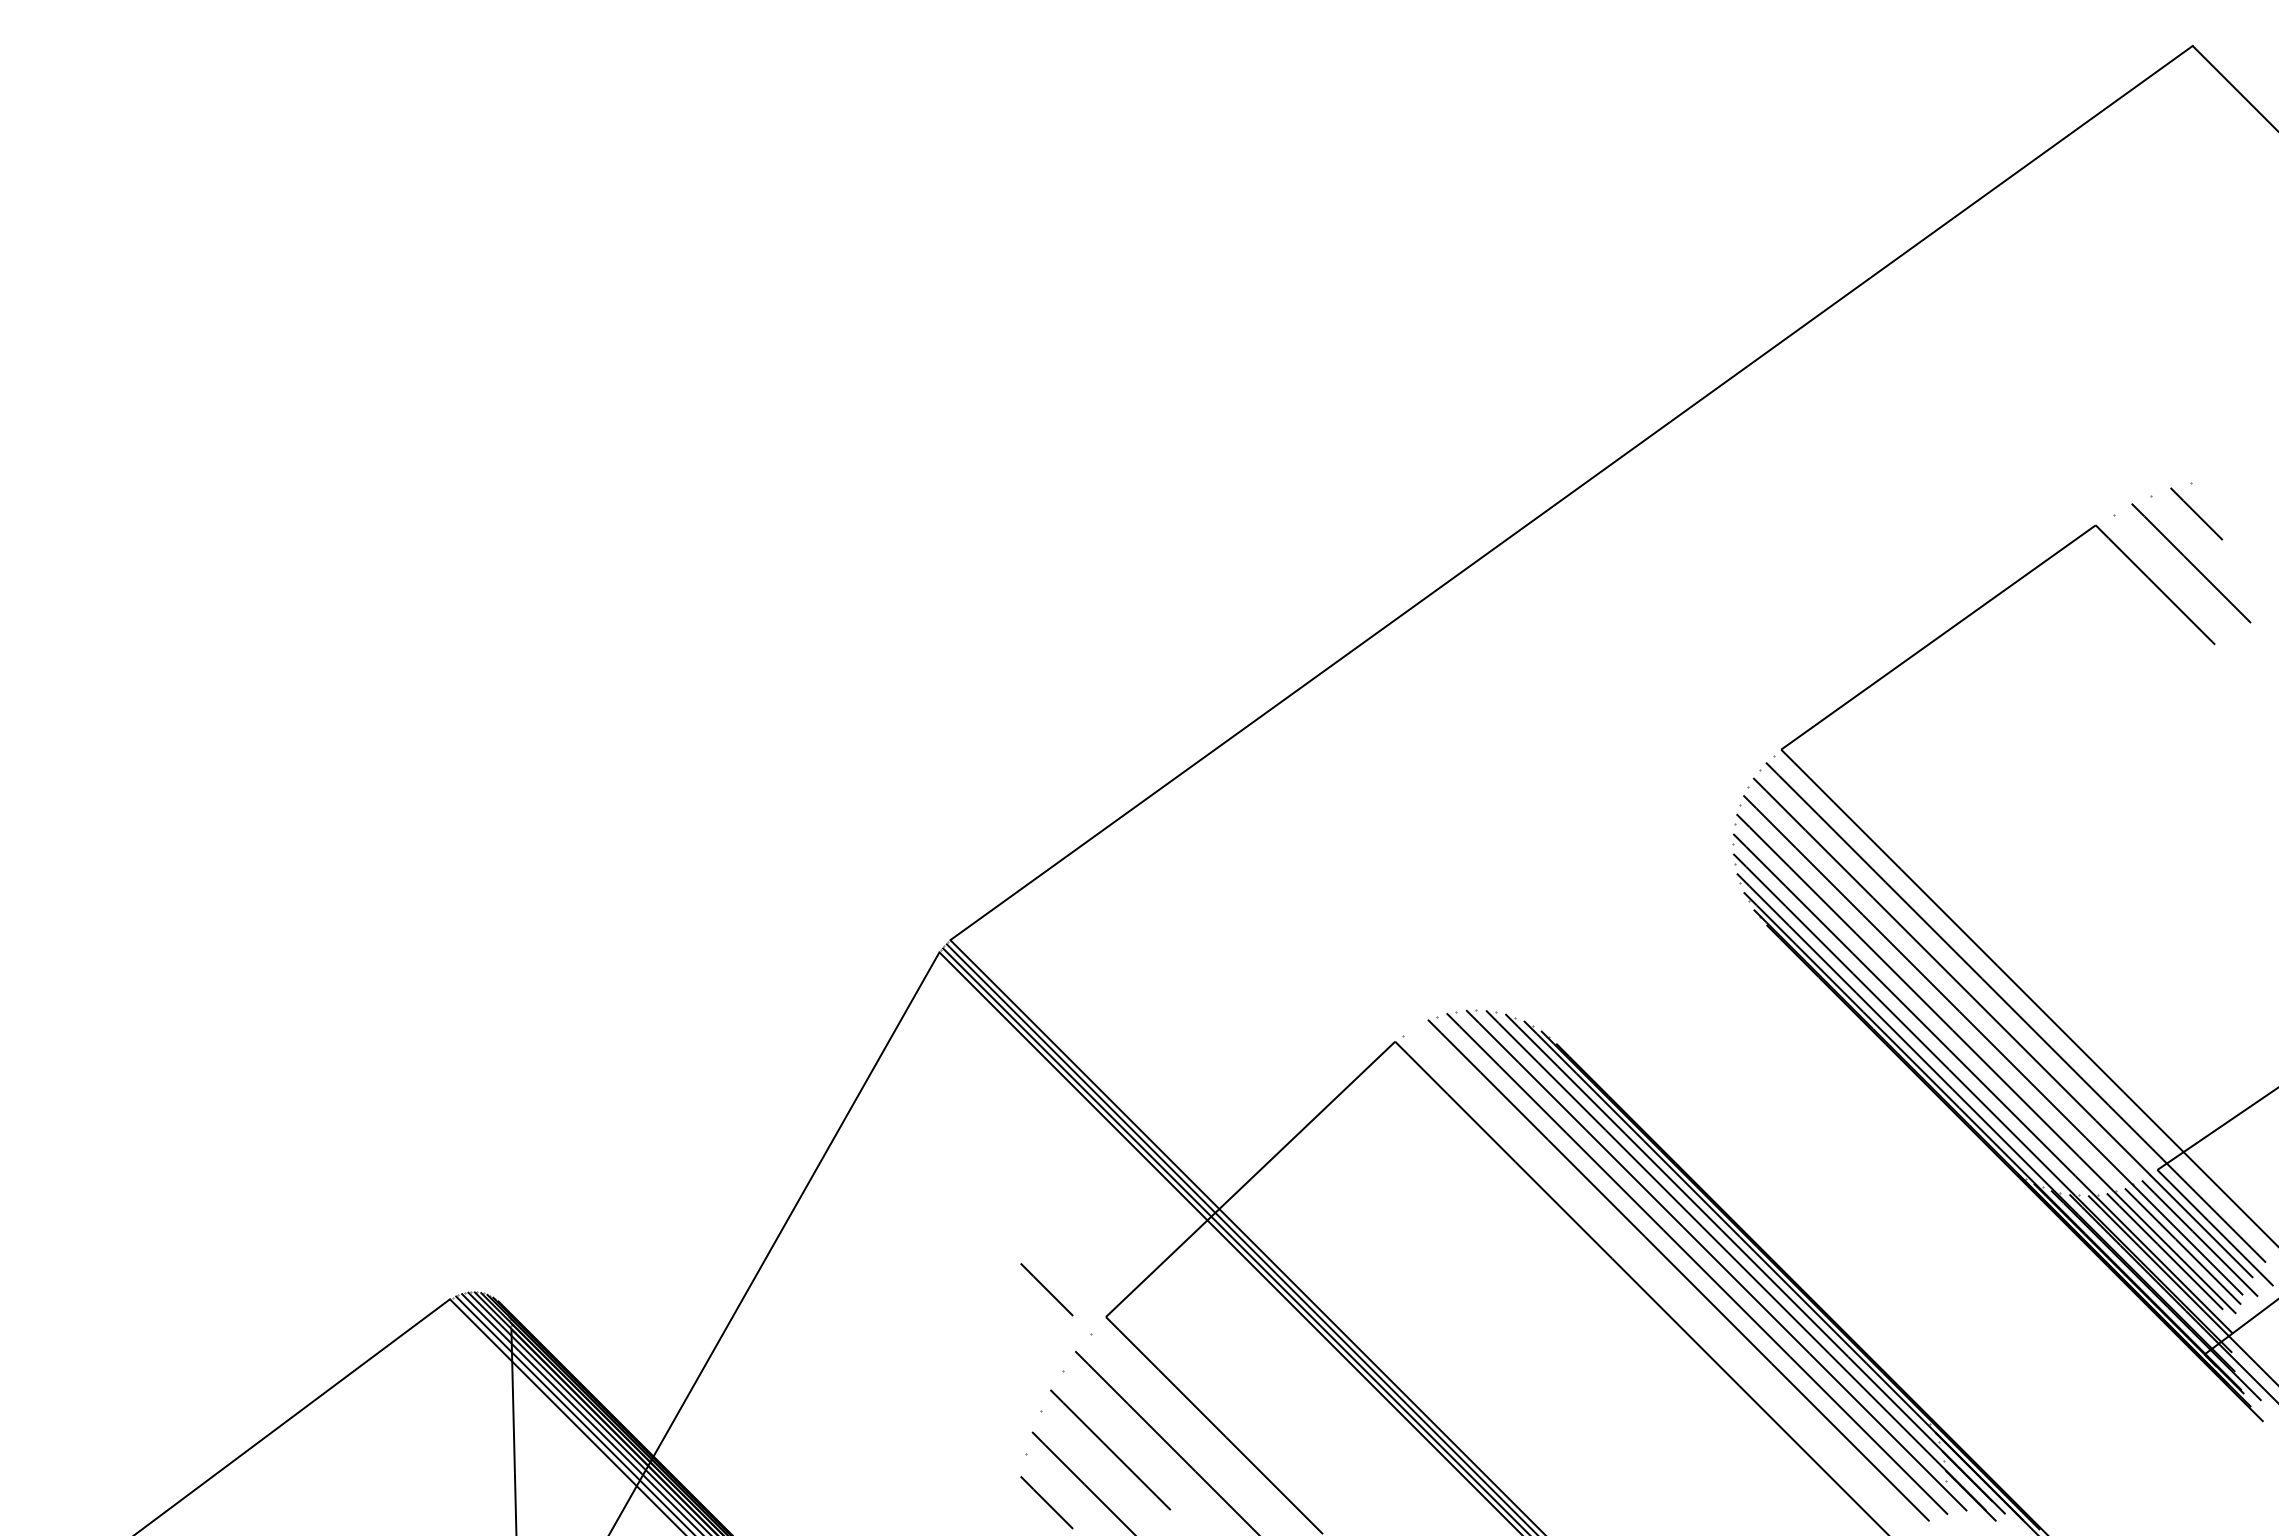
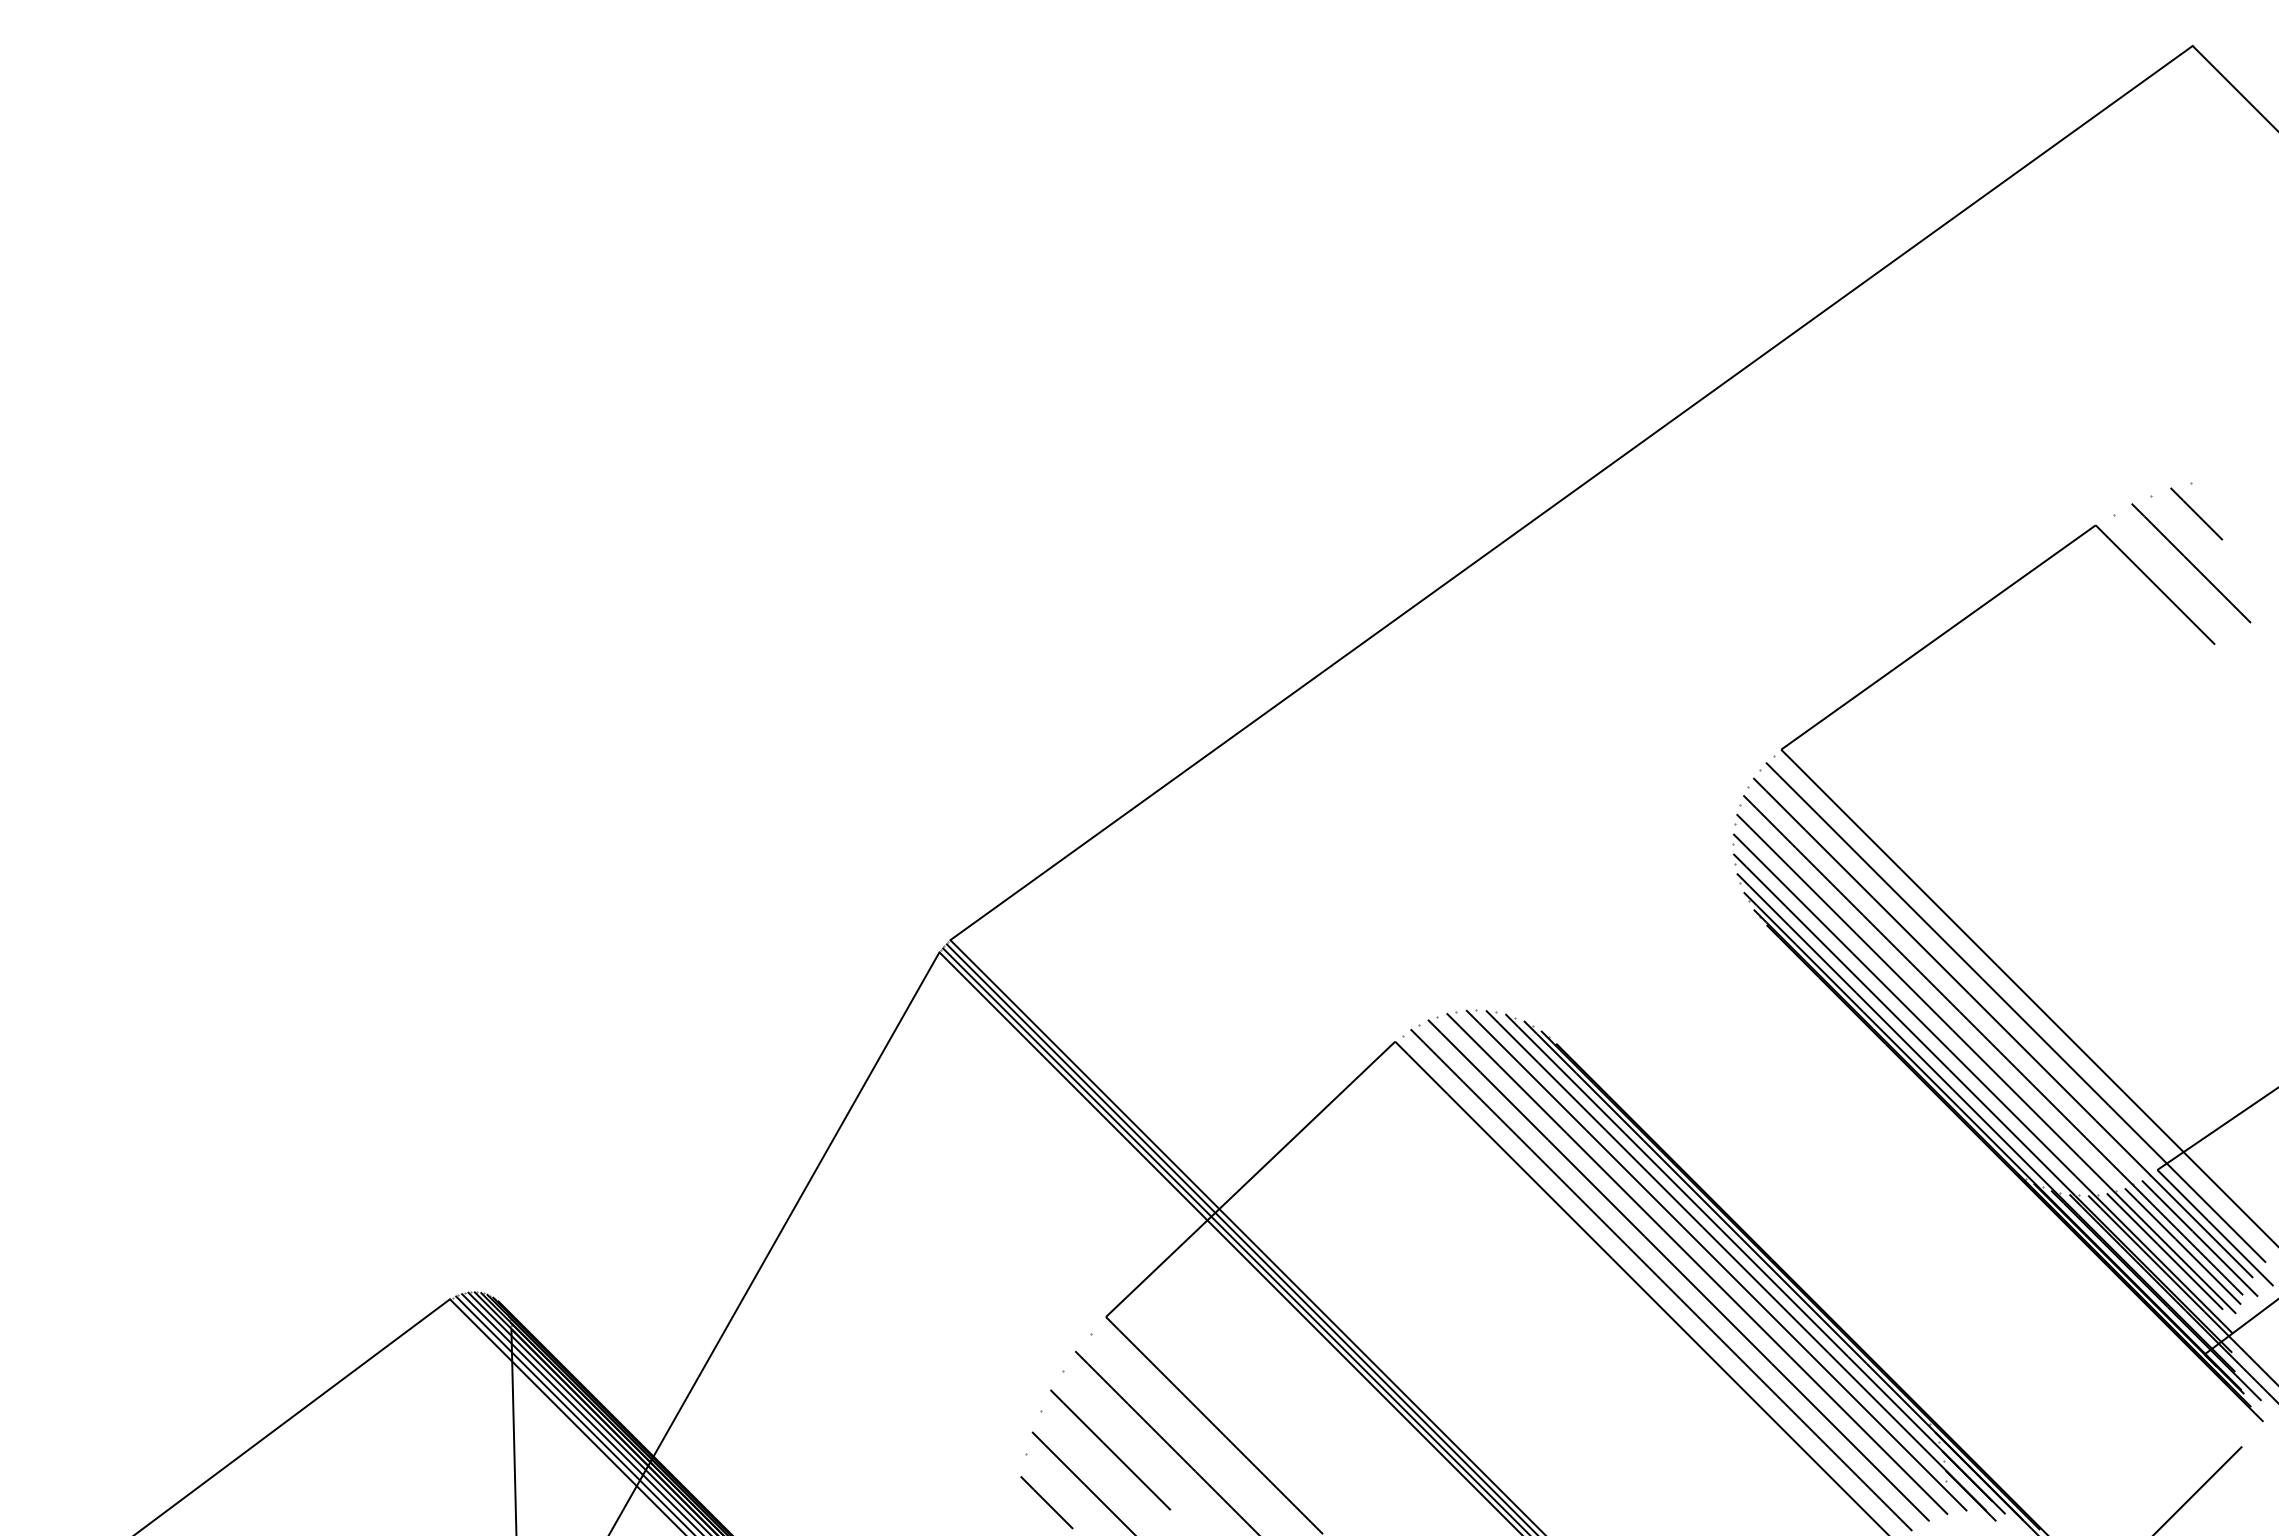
part at (1661, 1277): none -> present
line at (1046, 1289): present -> none
line at (2198, 1489): none -> present
